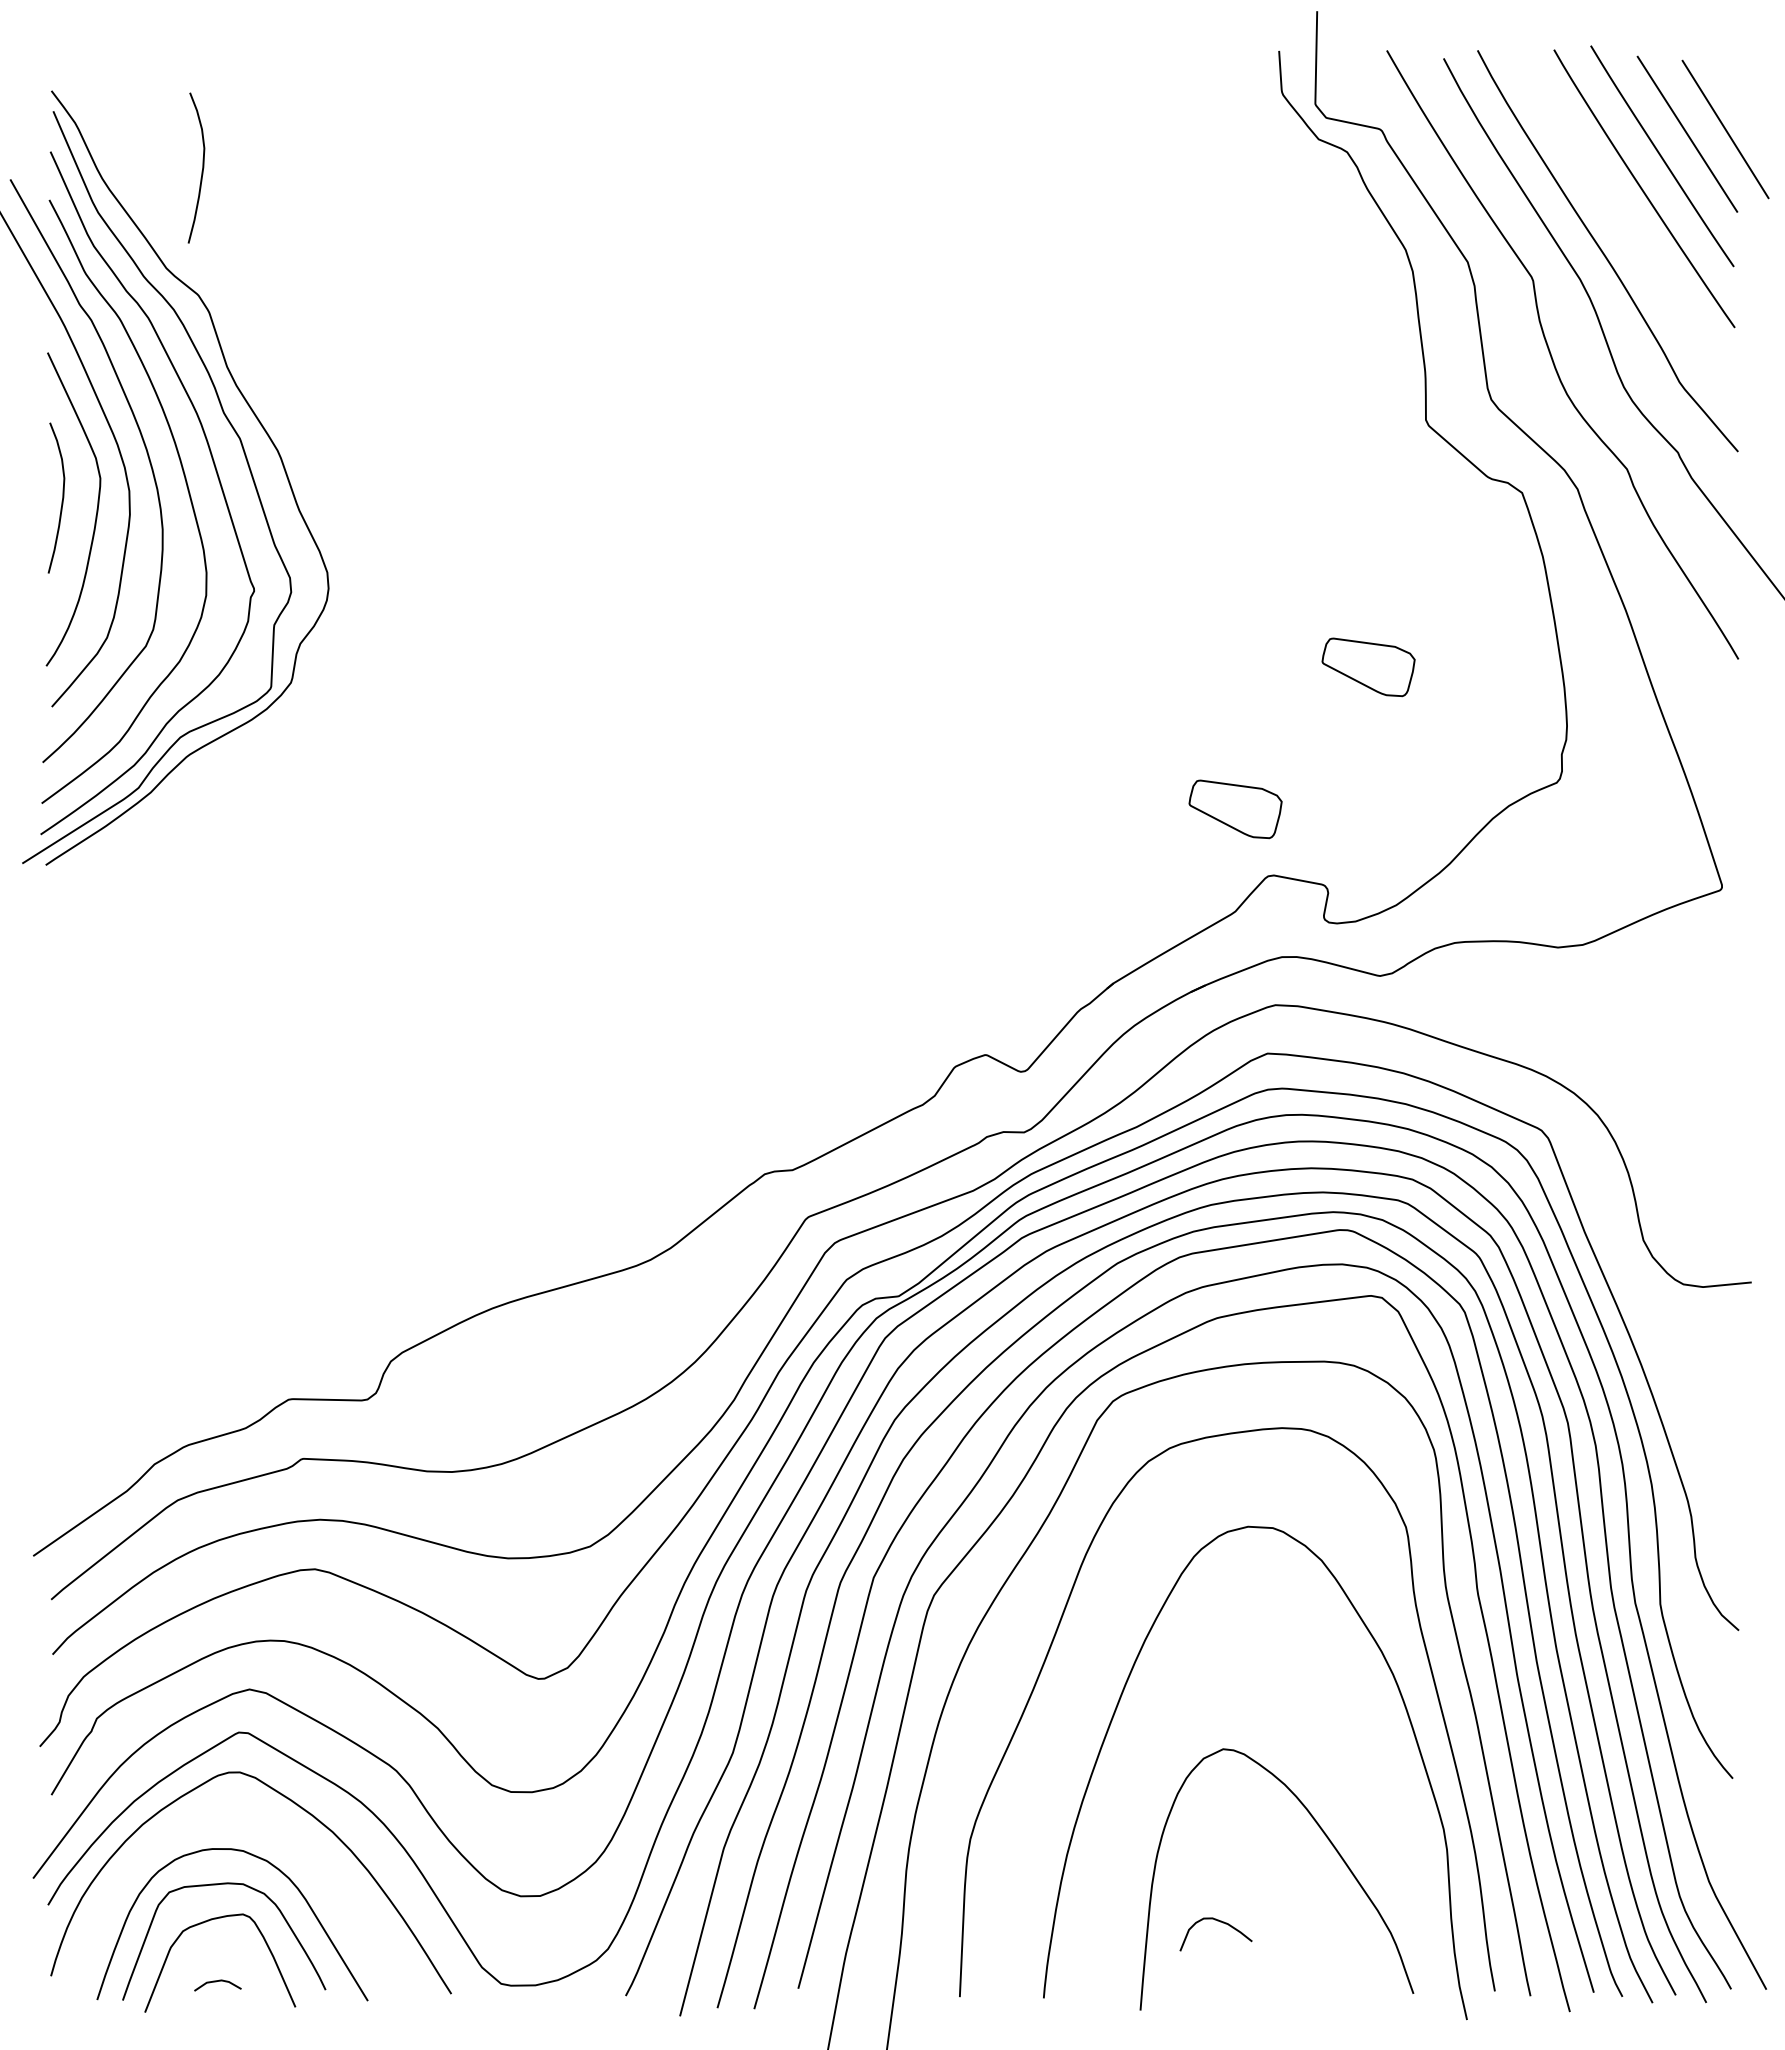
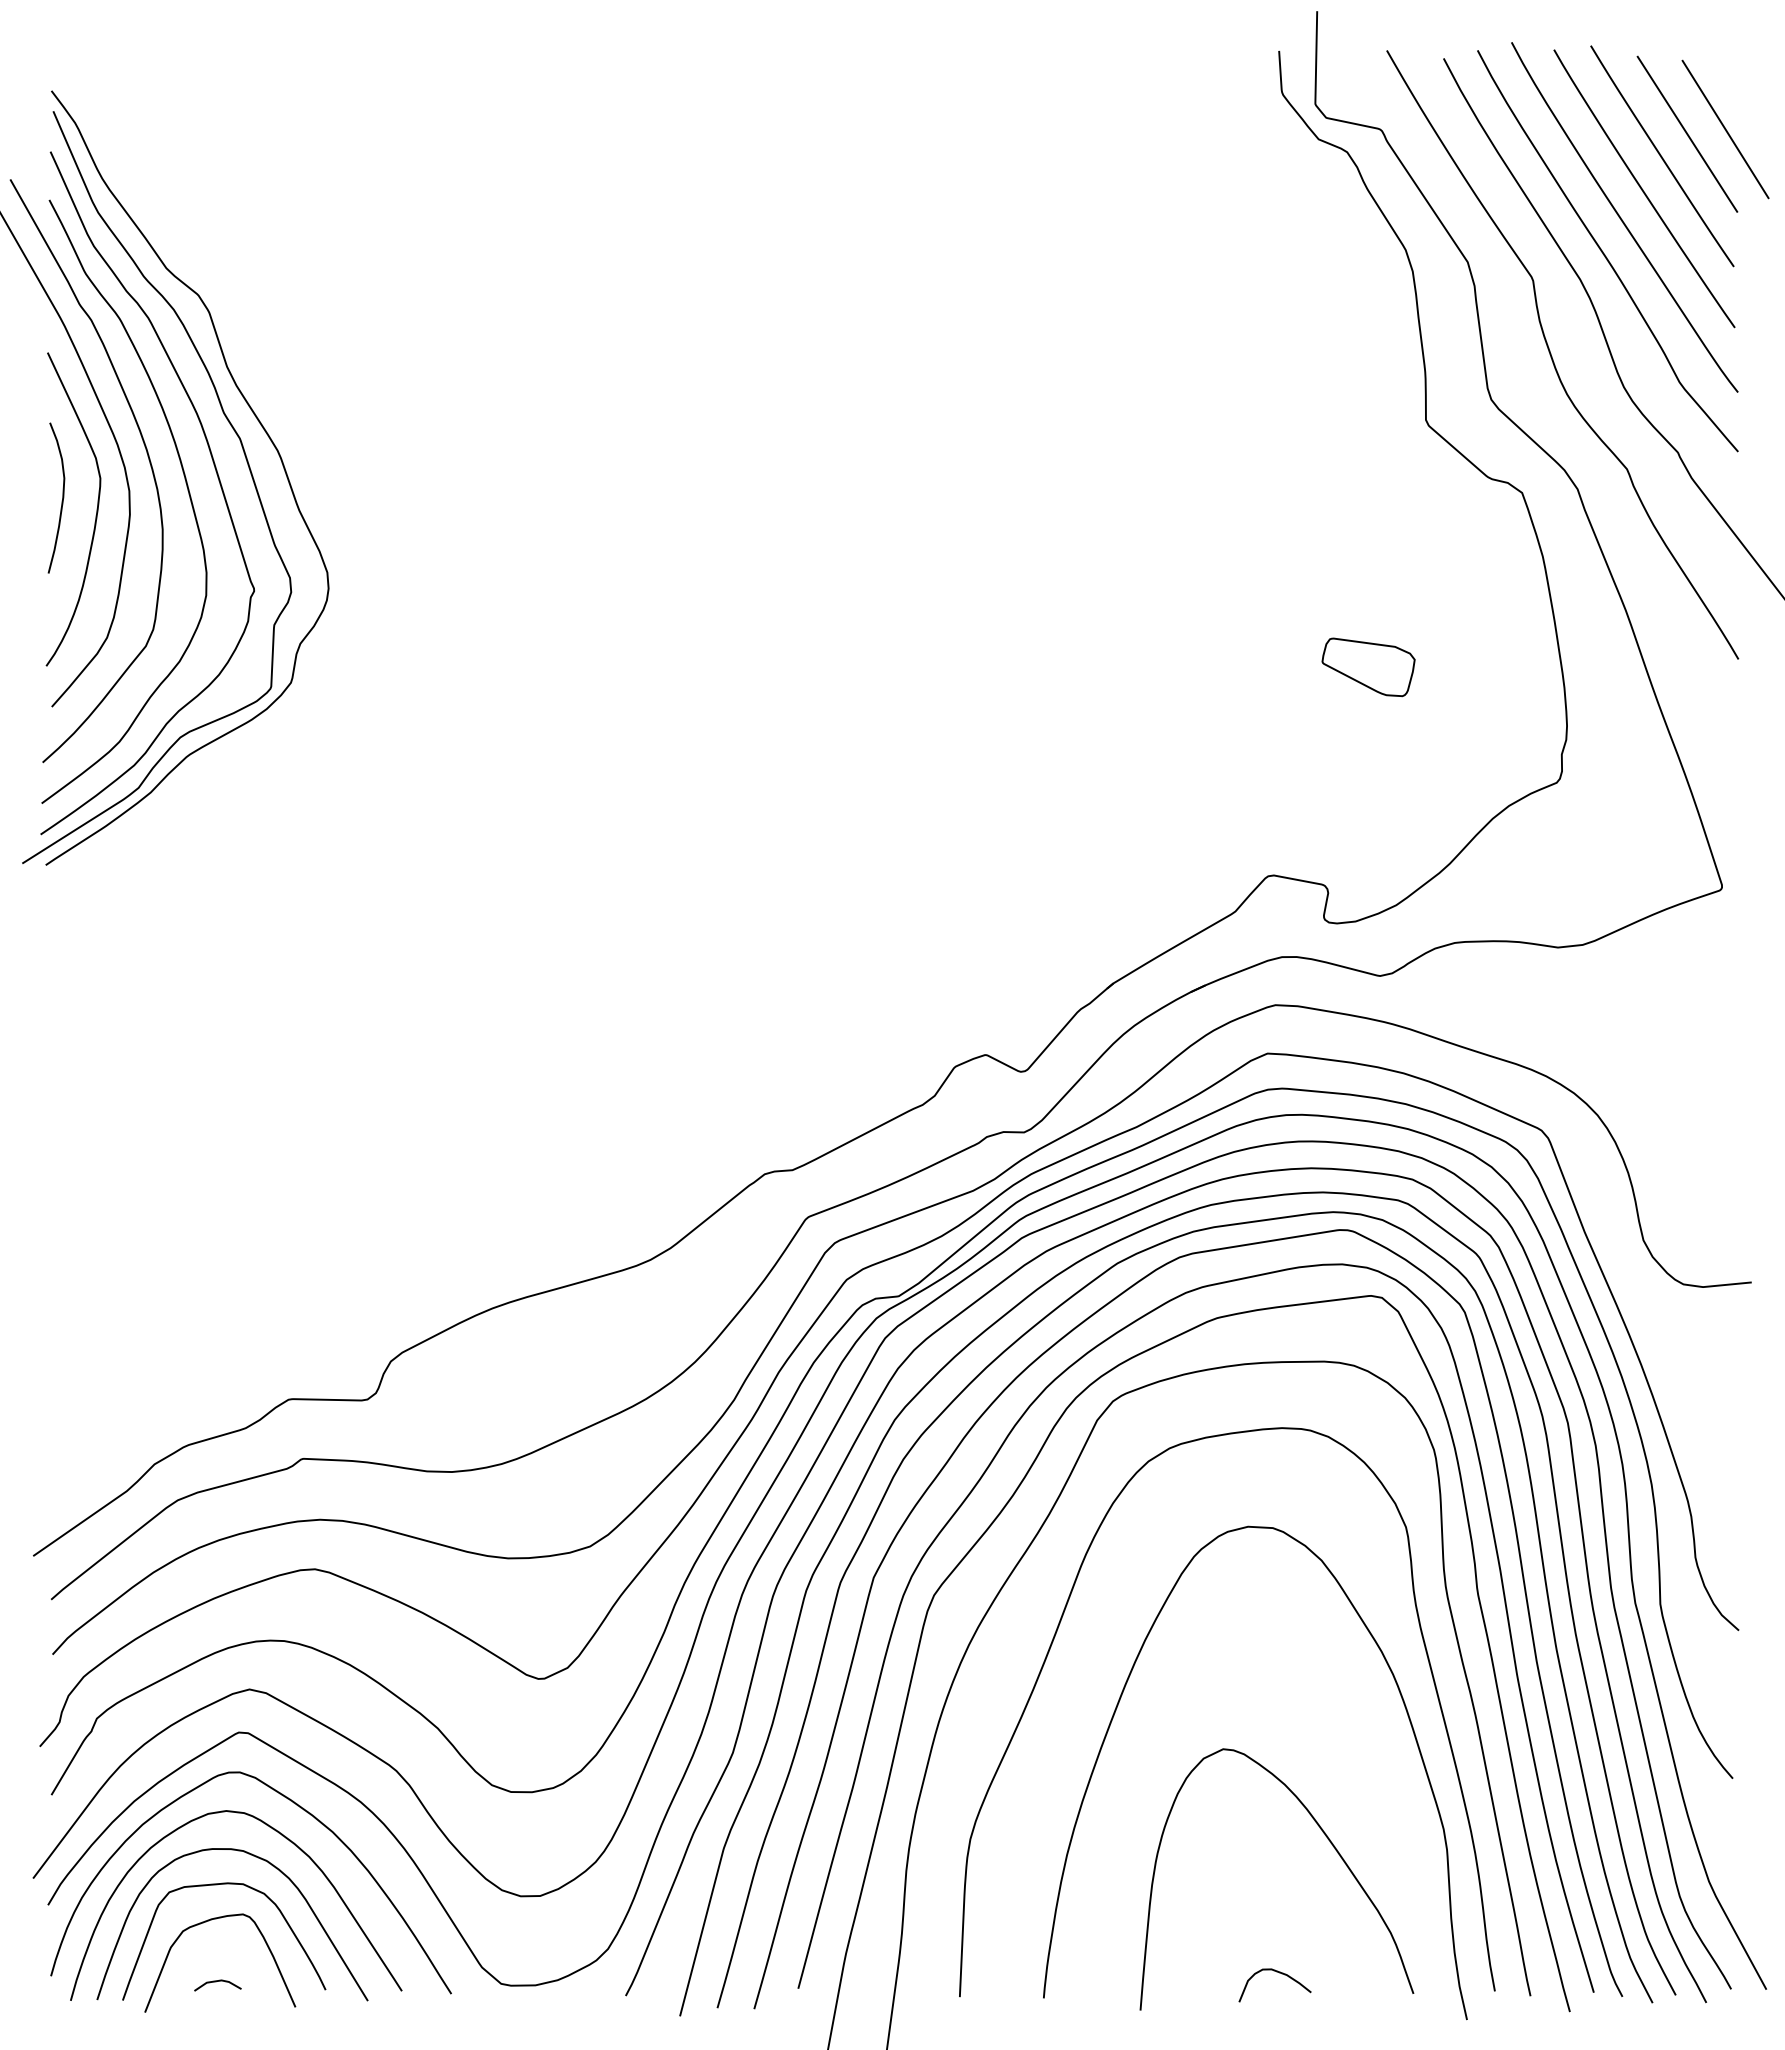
curve at (202, 167): present -> none
curve at (1622, 219): none -> present
part at (1235, 809): present -> none
curve at (286, 1839): none -> present
curve at (1220, 1922) position: (1220, 1922) -> (1279, 1973)
